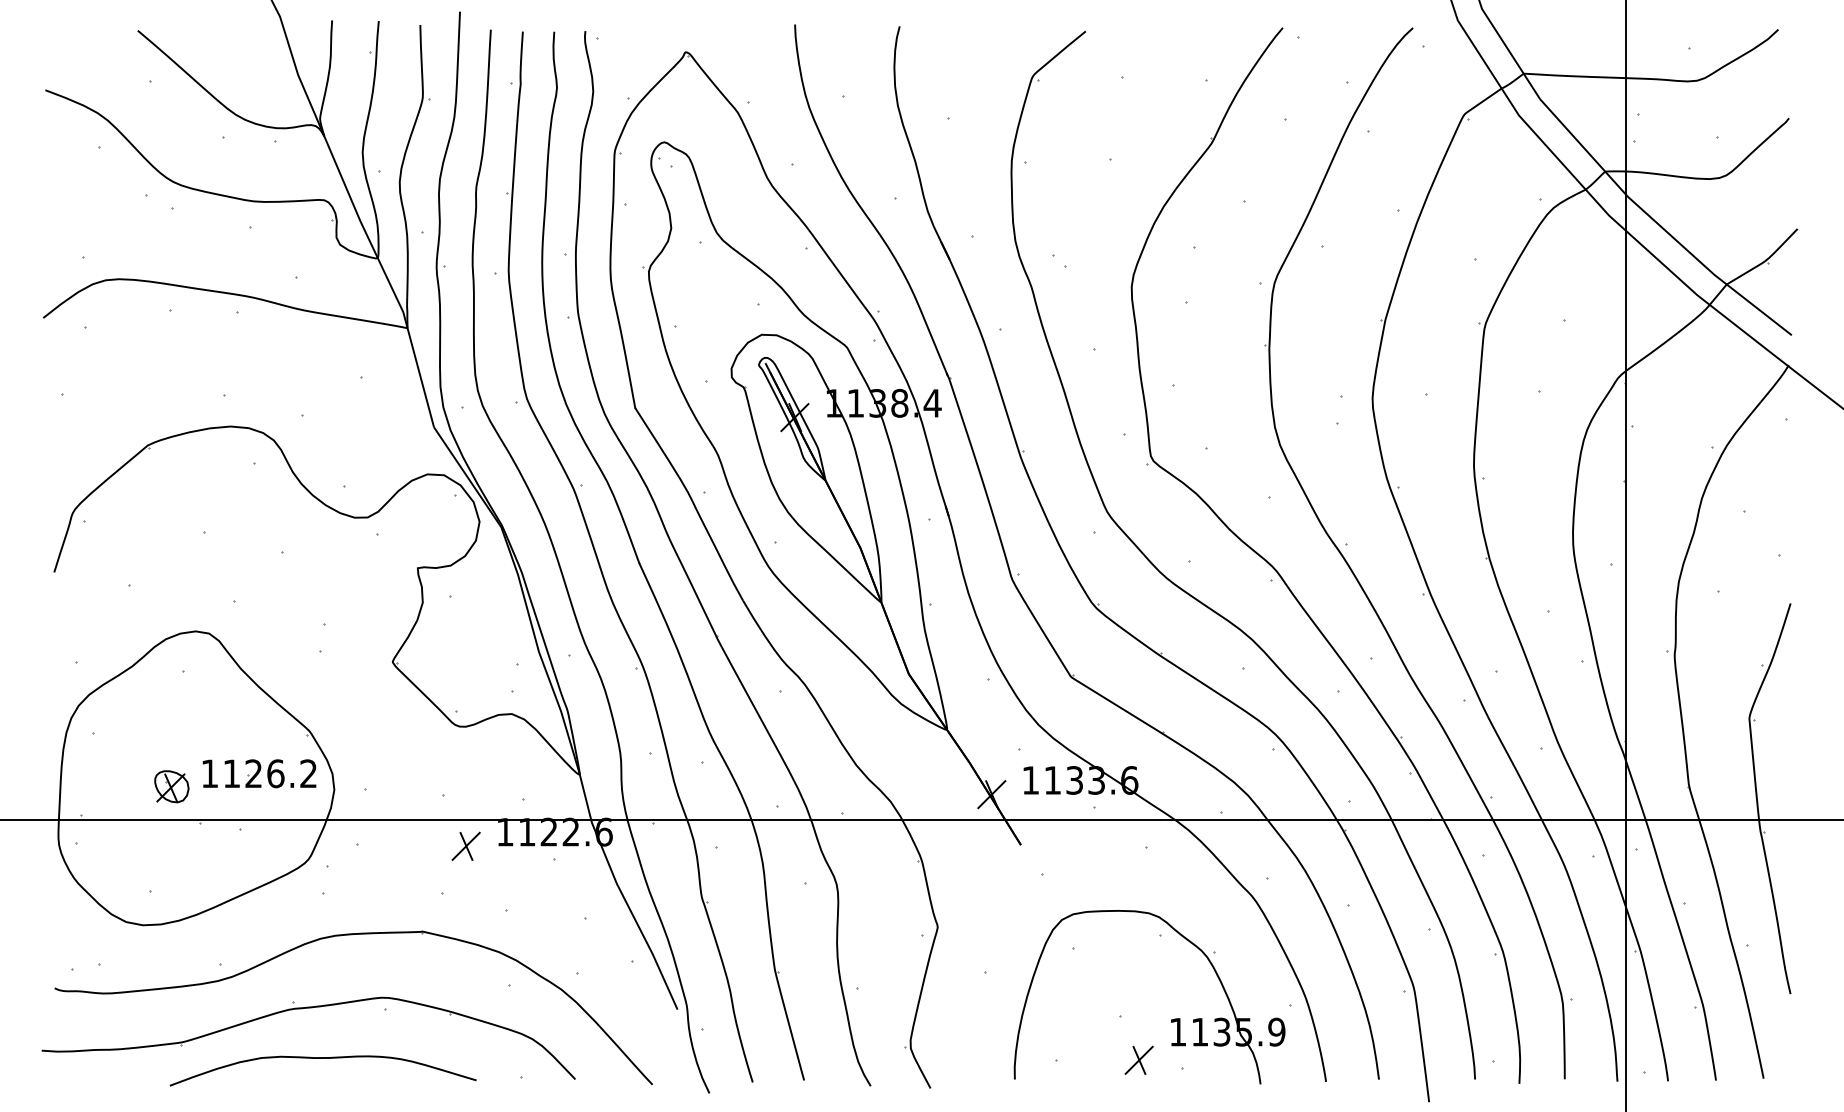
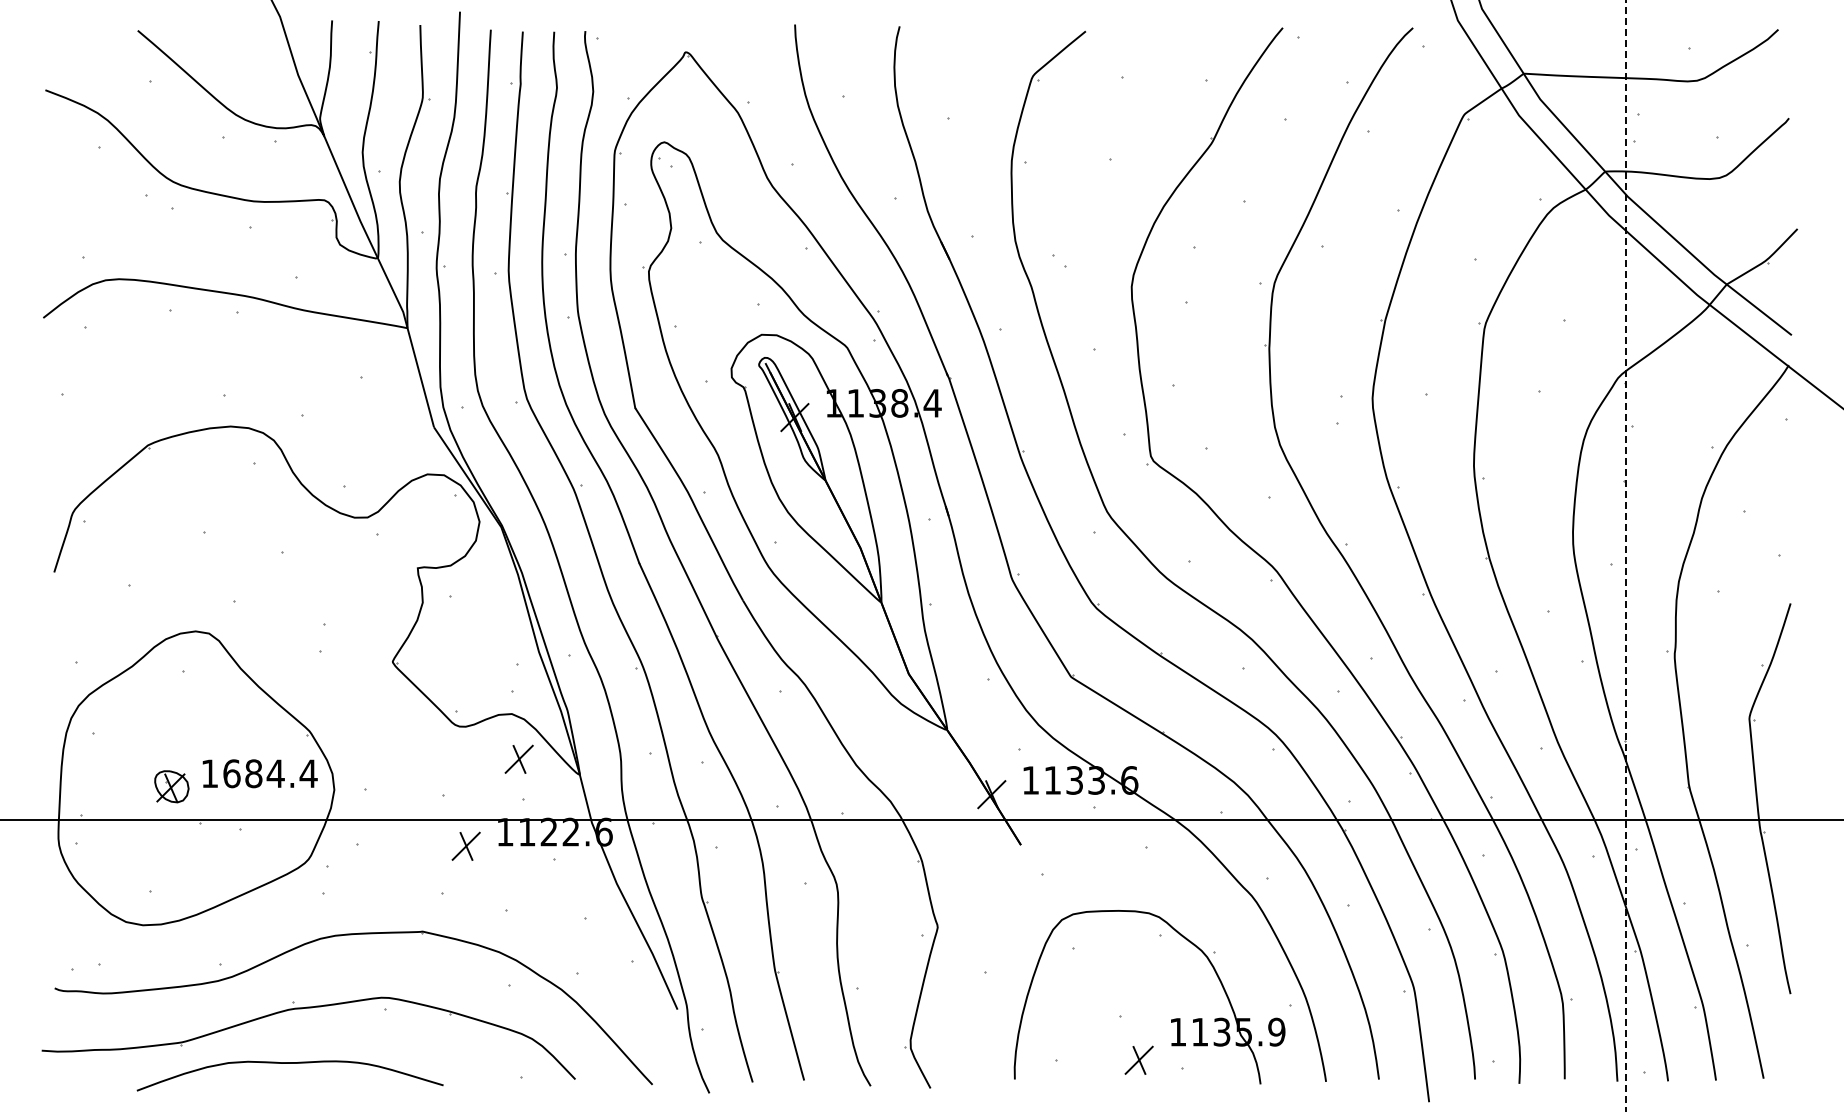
line at (1625, 555): solid -> dashed
part at (518, 758): none -> present
text at (270, 773): 1126.2 -> 1684.4
curve at (322, 1058) position: (322, 1058) -> (289, 1063)
